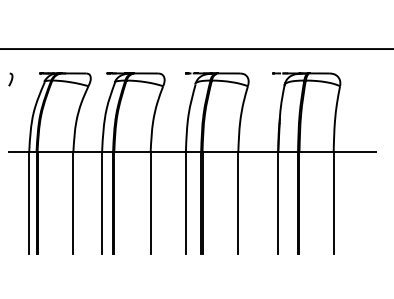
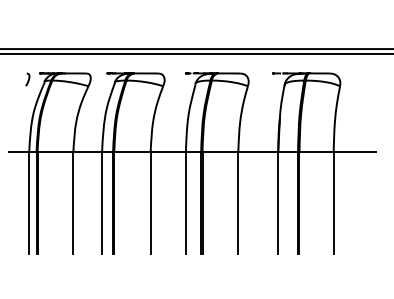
line at (196, 53): none -> present
curve at (11, 79) position: (11, 79) -> (28, 79)
